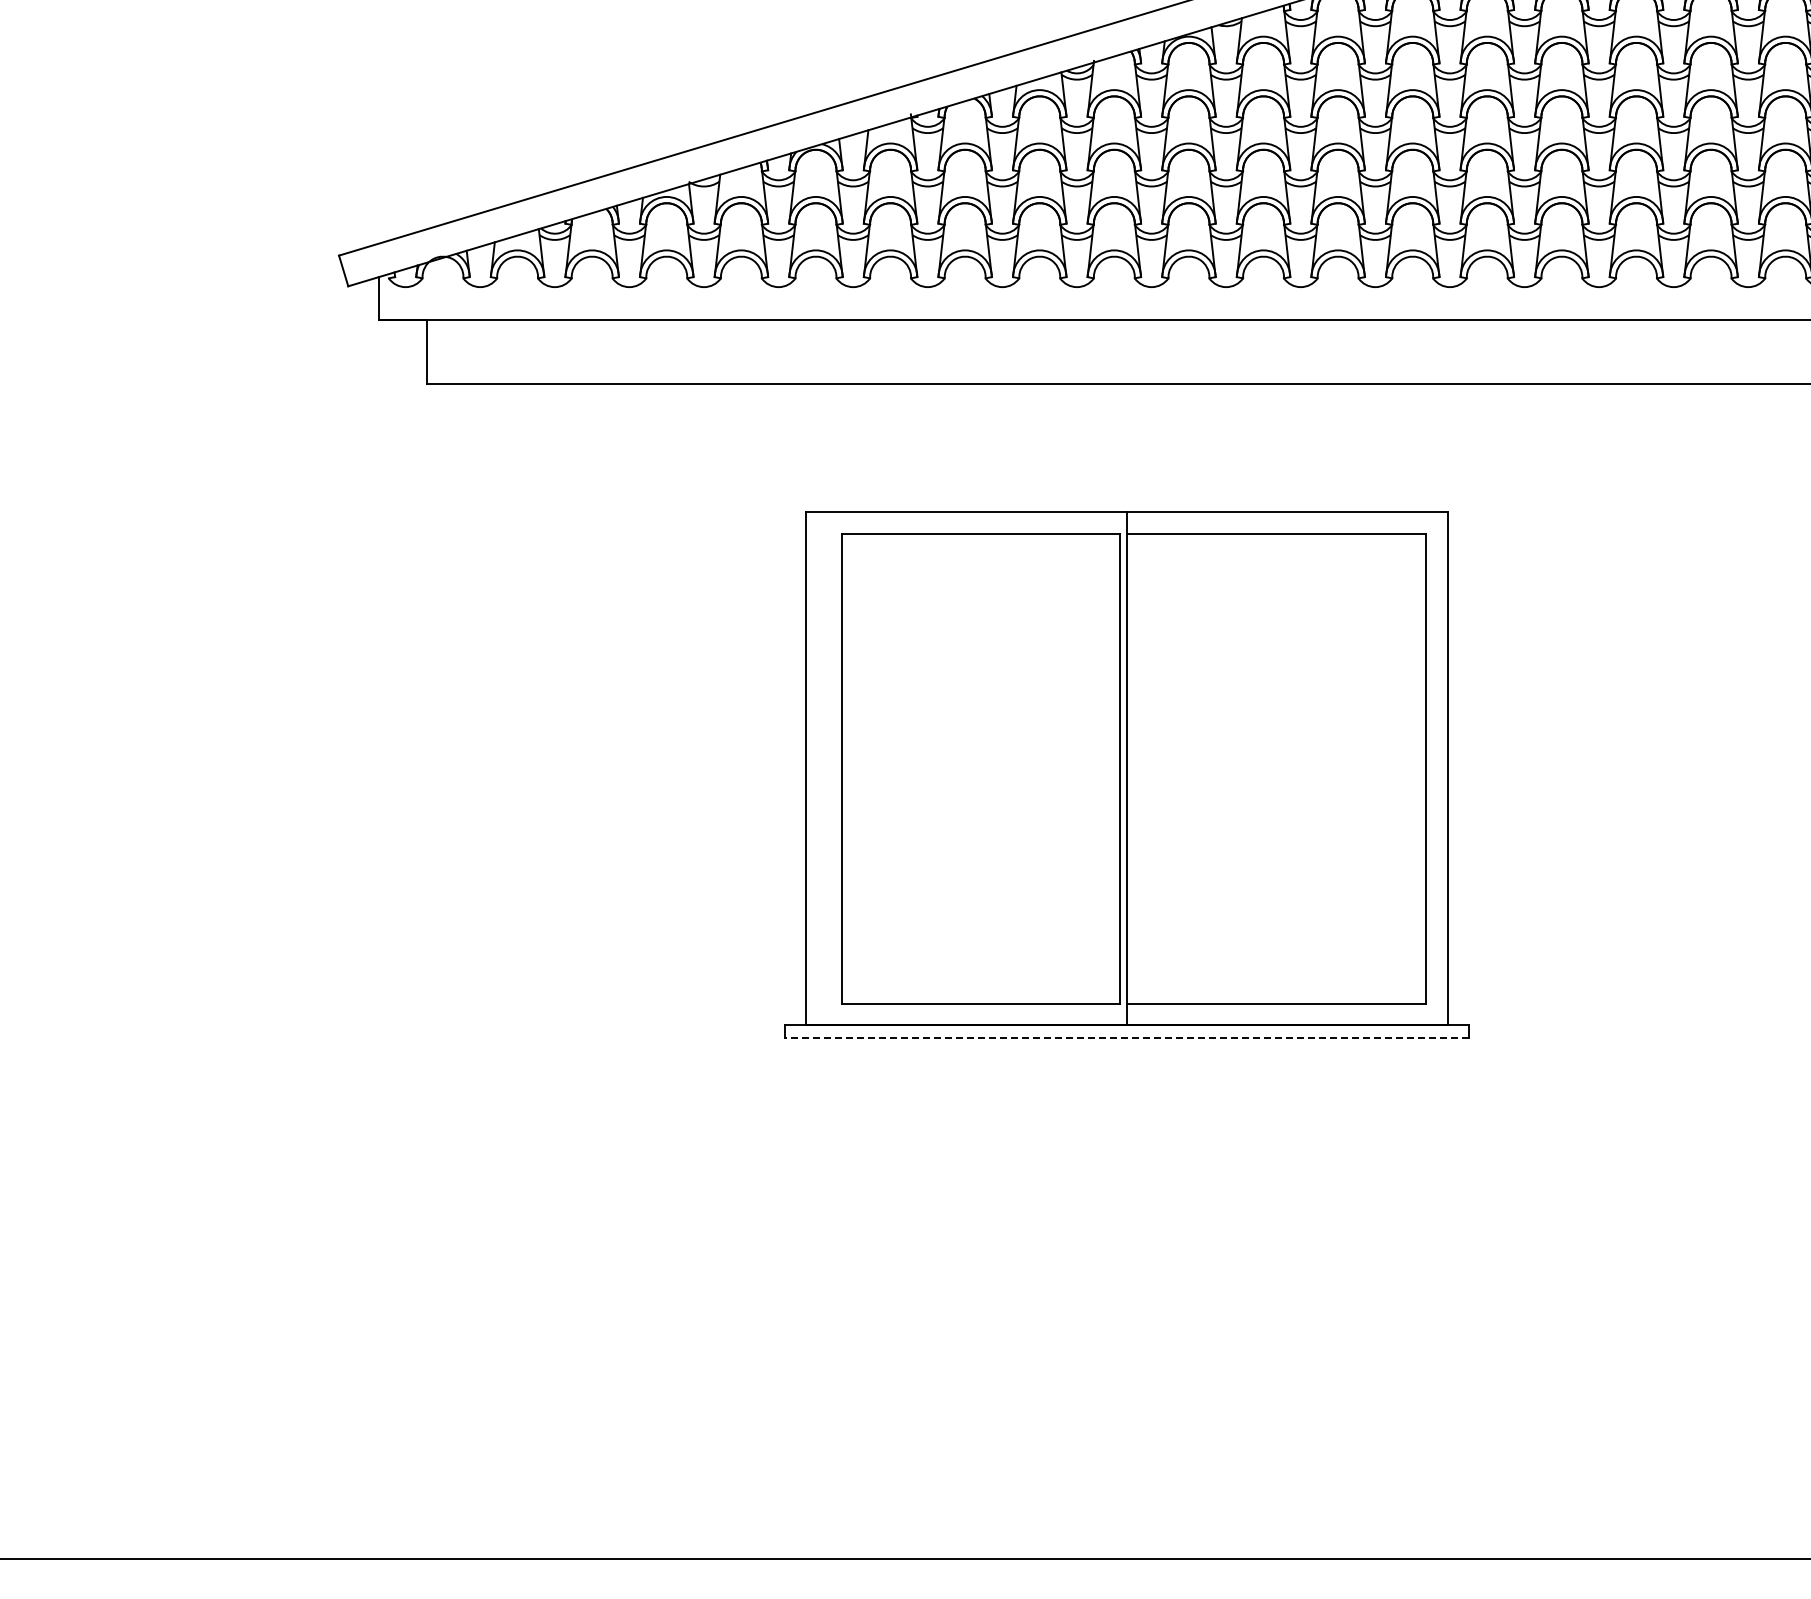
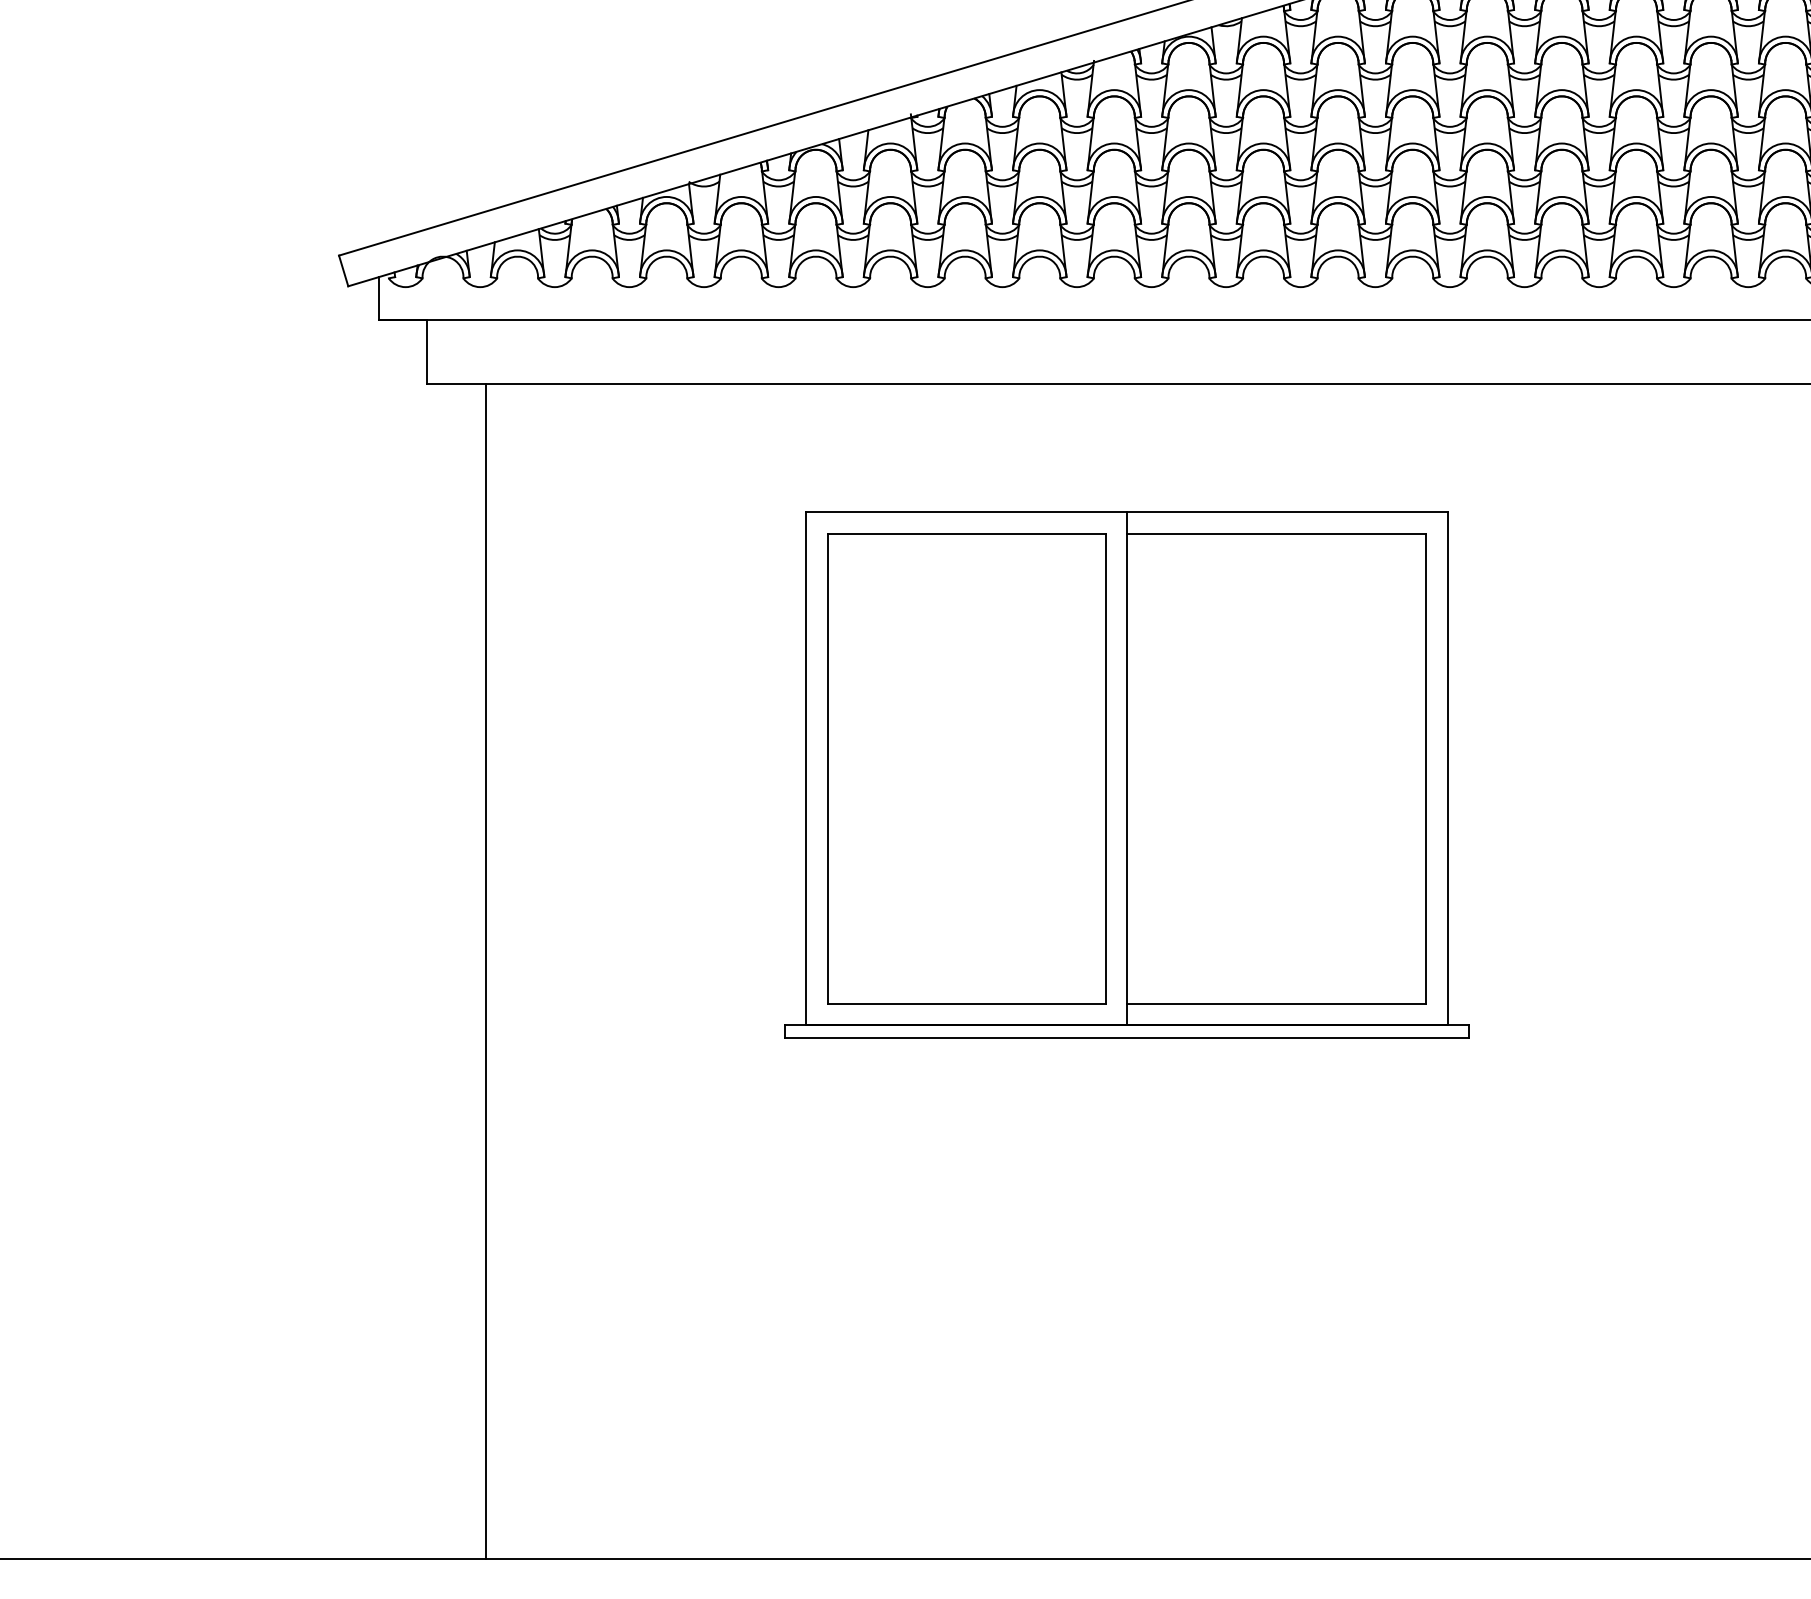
part at (980, 768) position: (980, 768) -> (966, 768)
line at (485, 971): none -> present
line at (1127, 1037): dashed -> solid
